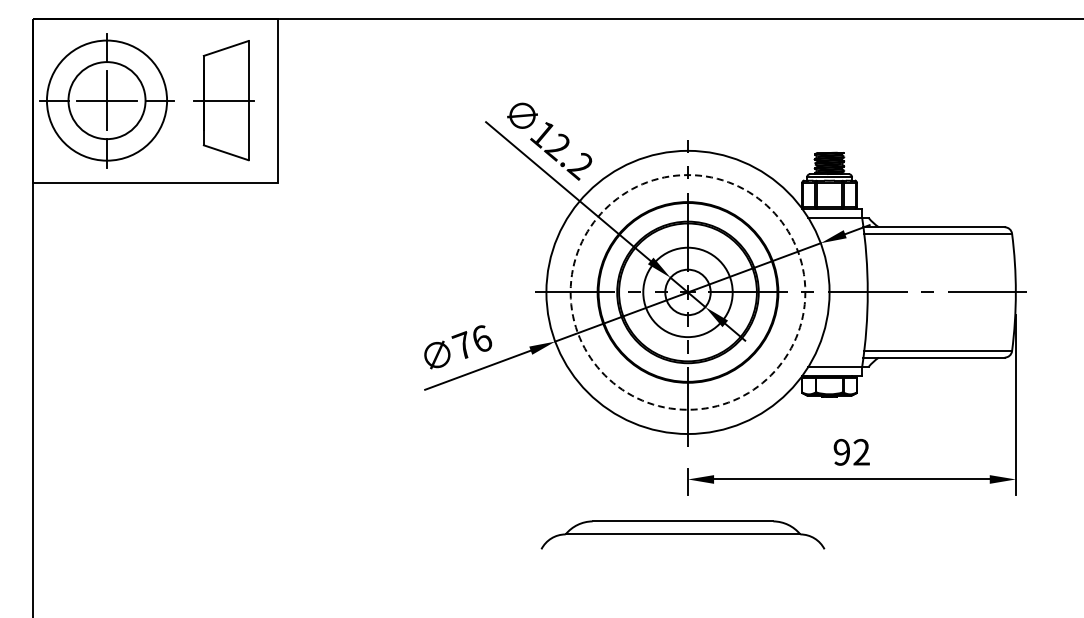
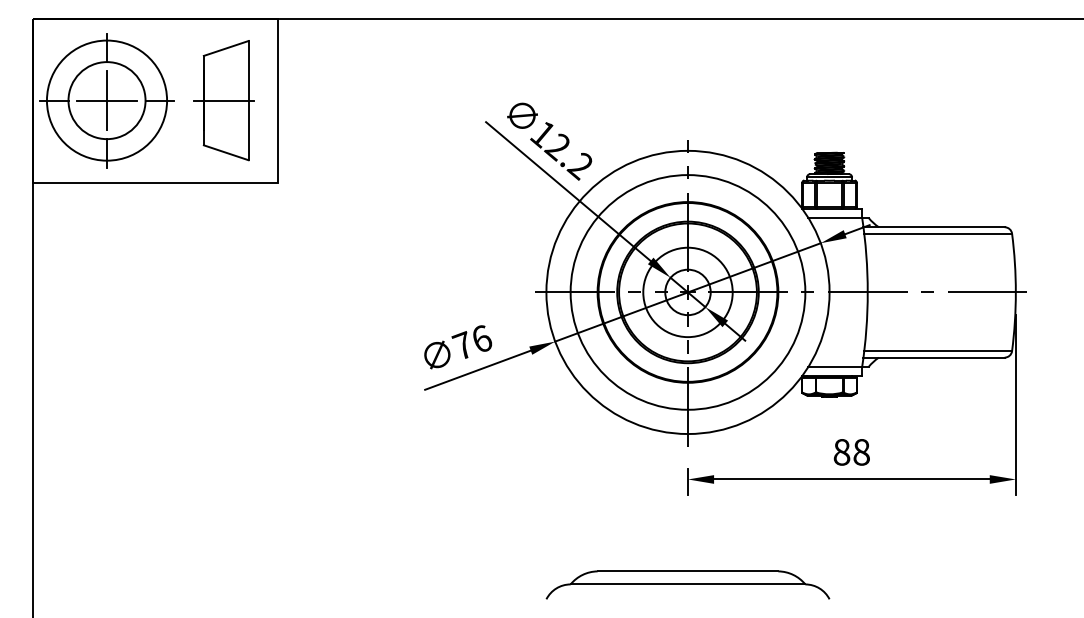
circle at (687, 292): dashed -> solid
text at (851, 451): 92 -> 88
part at (682, 534) position: (682, 534) -> (687, 584)
